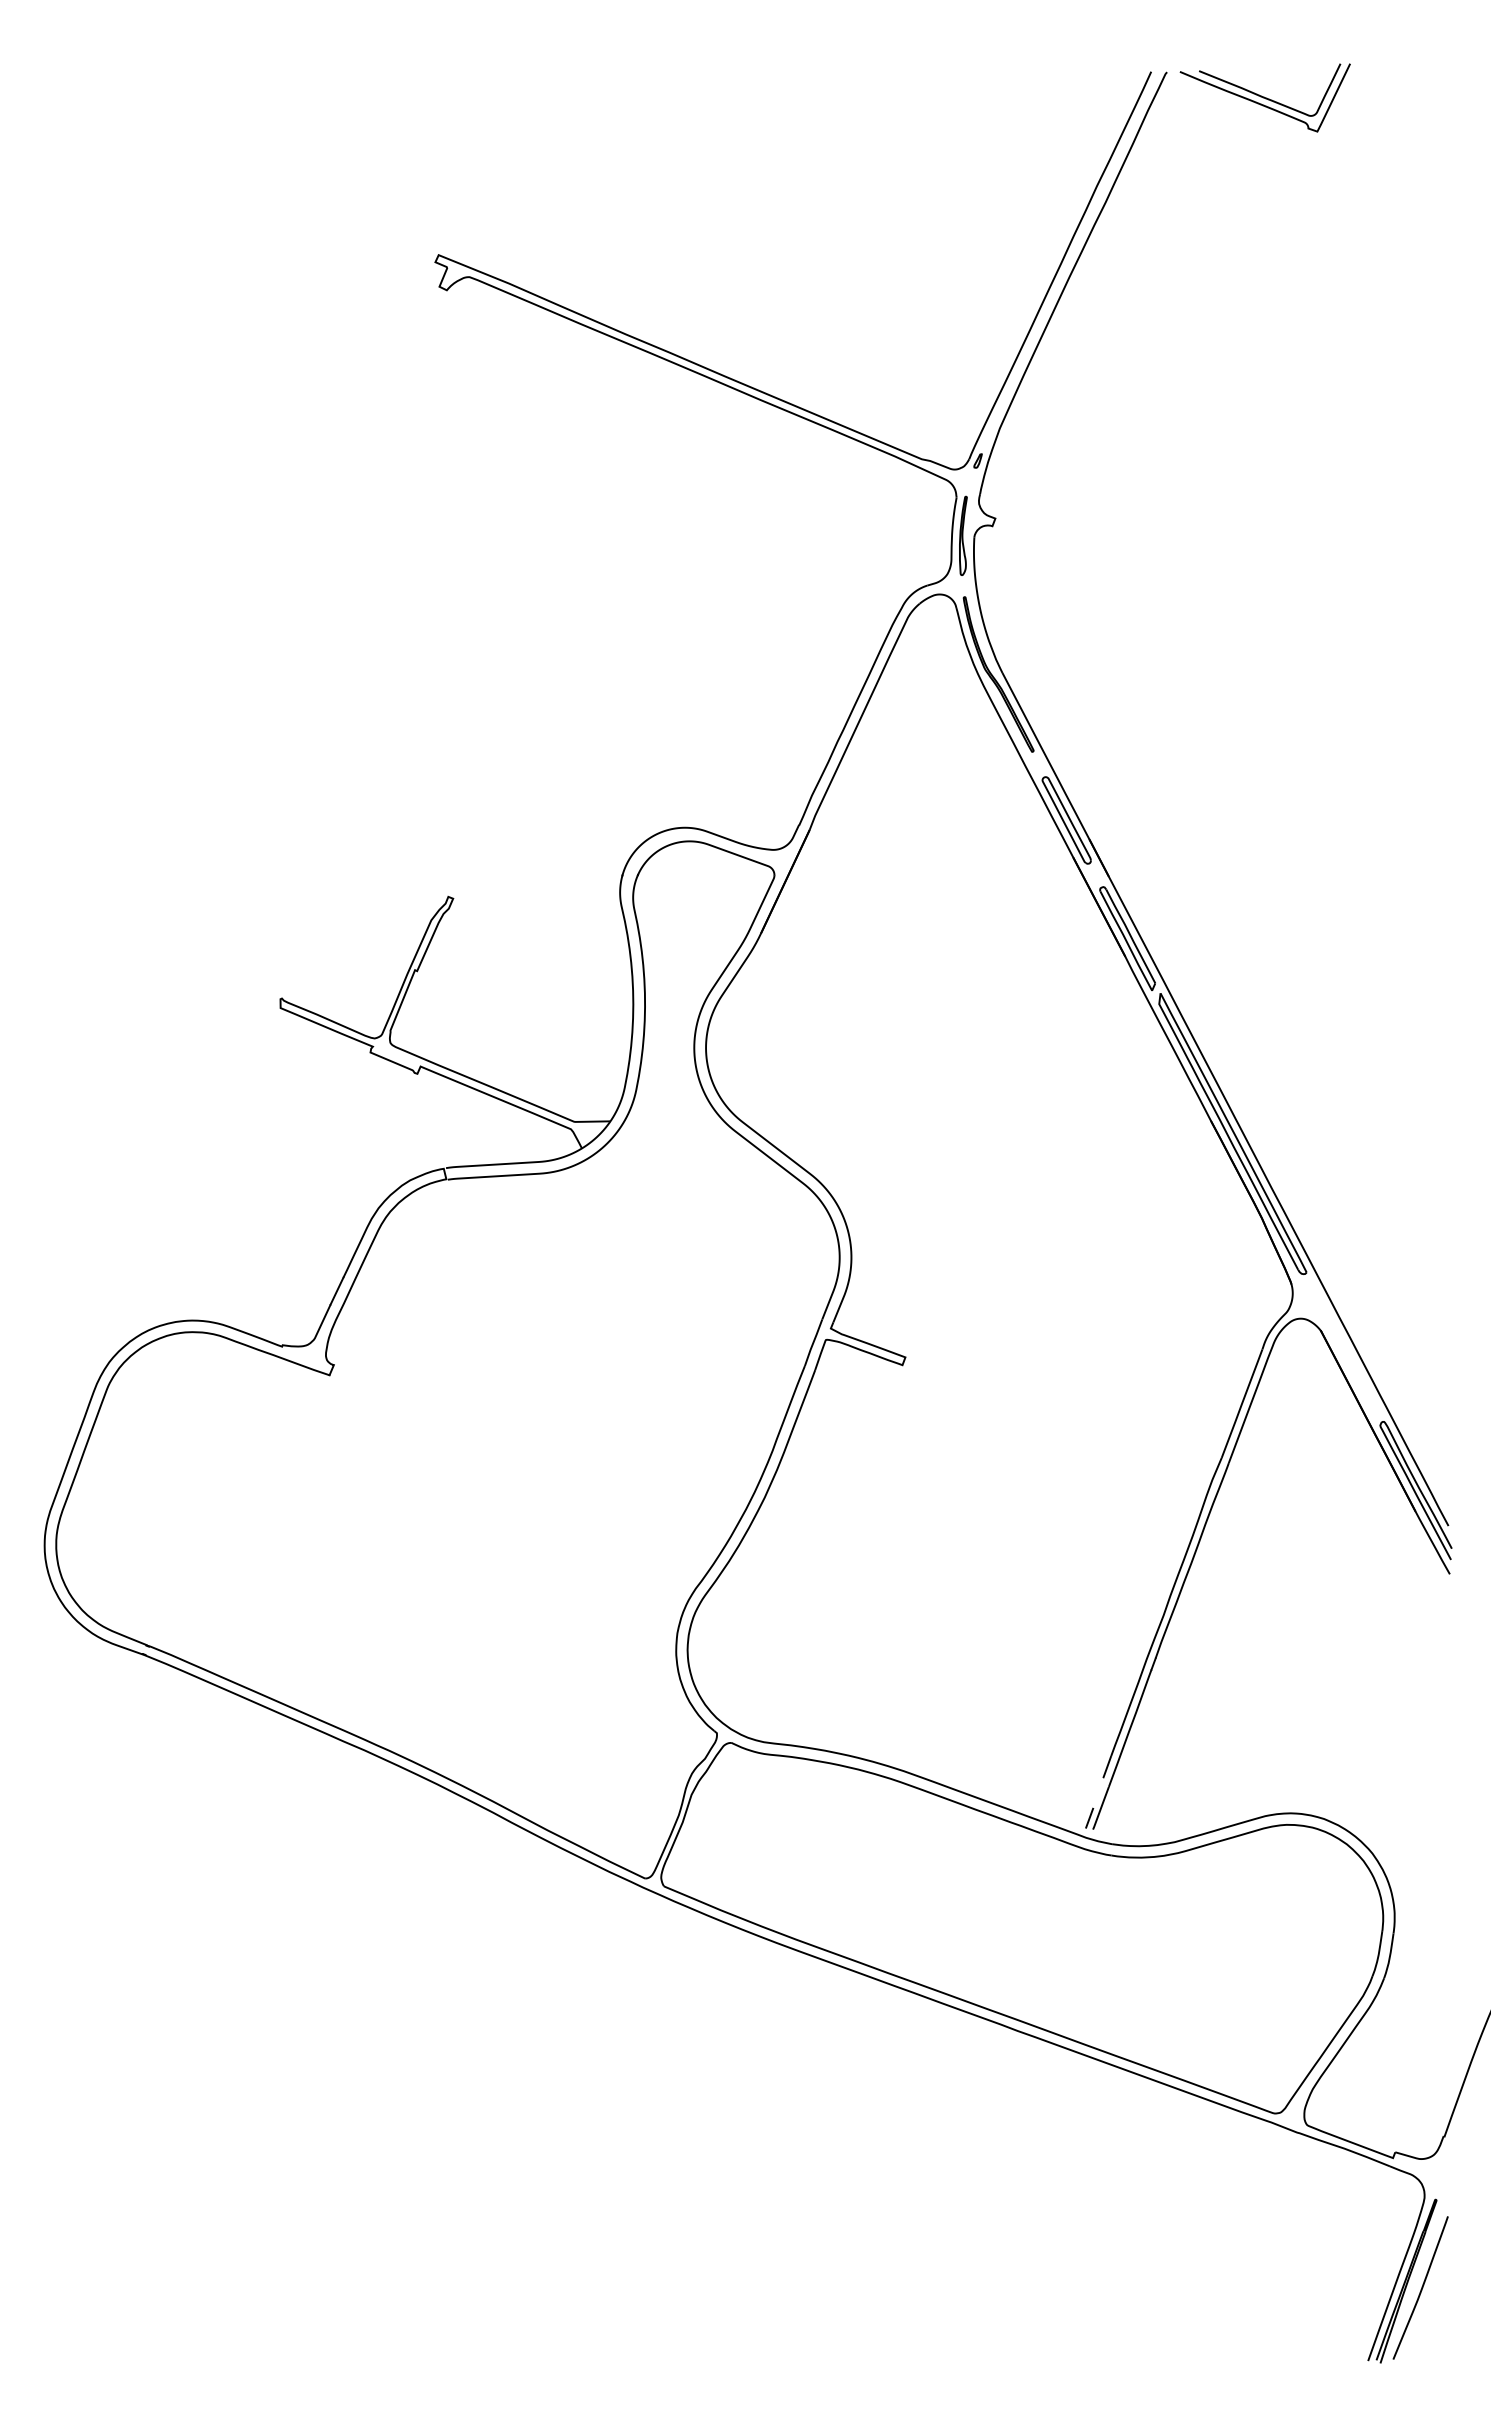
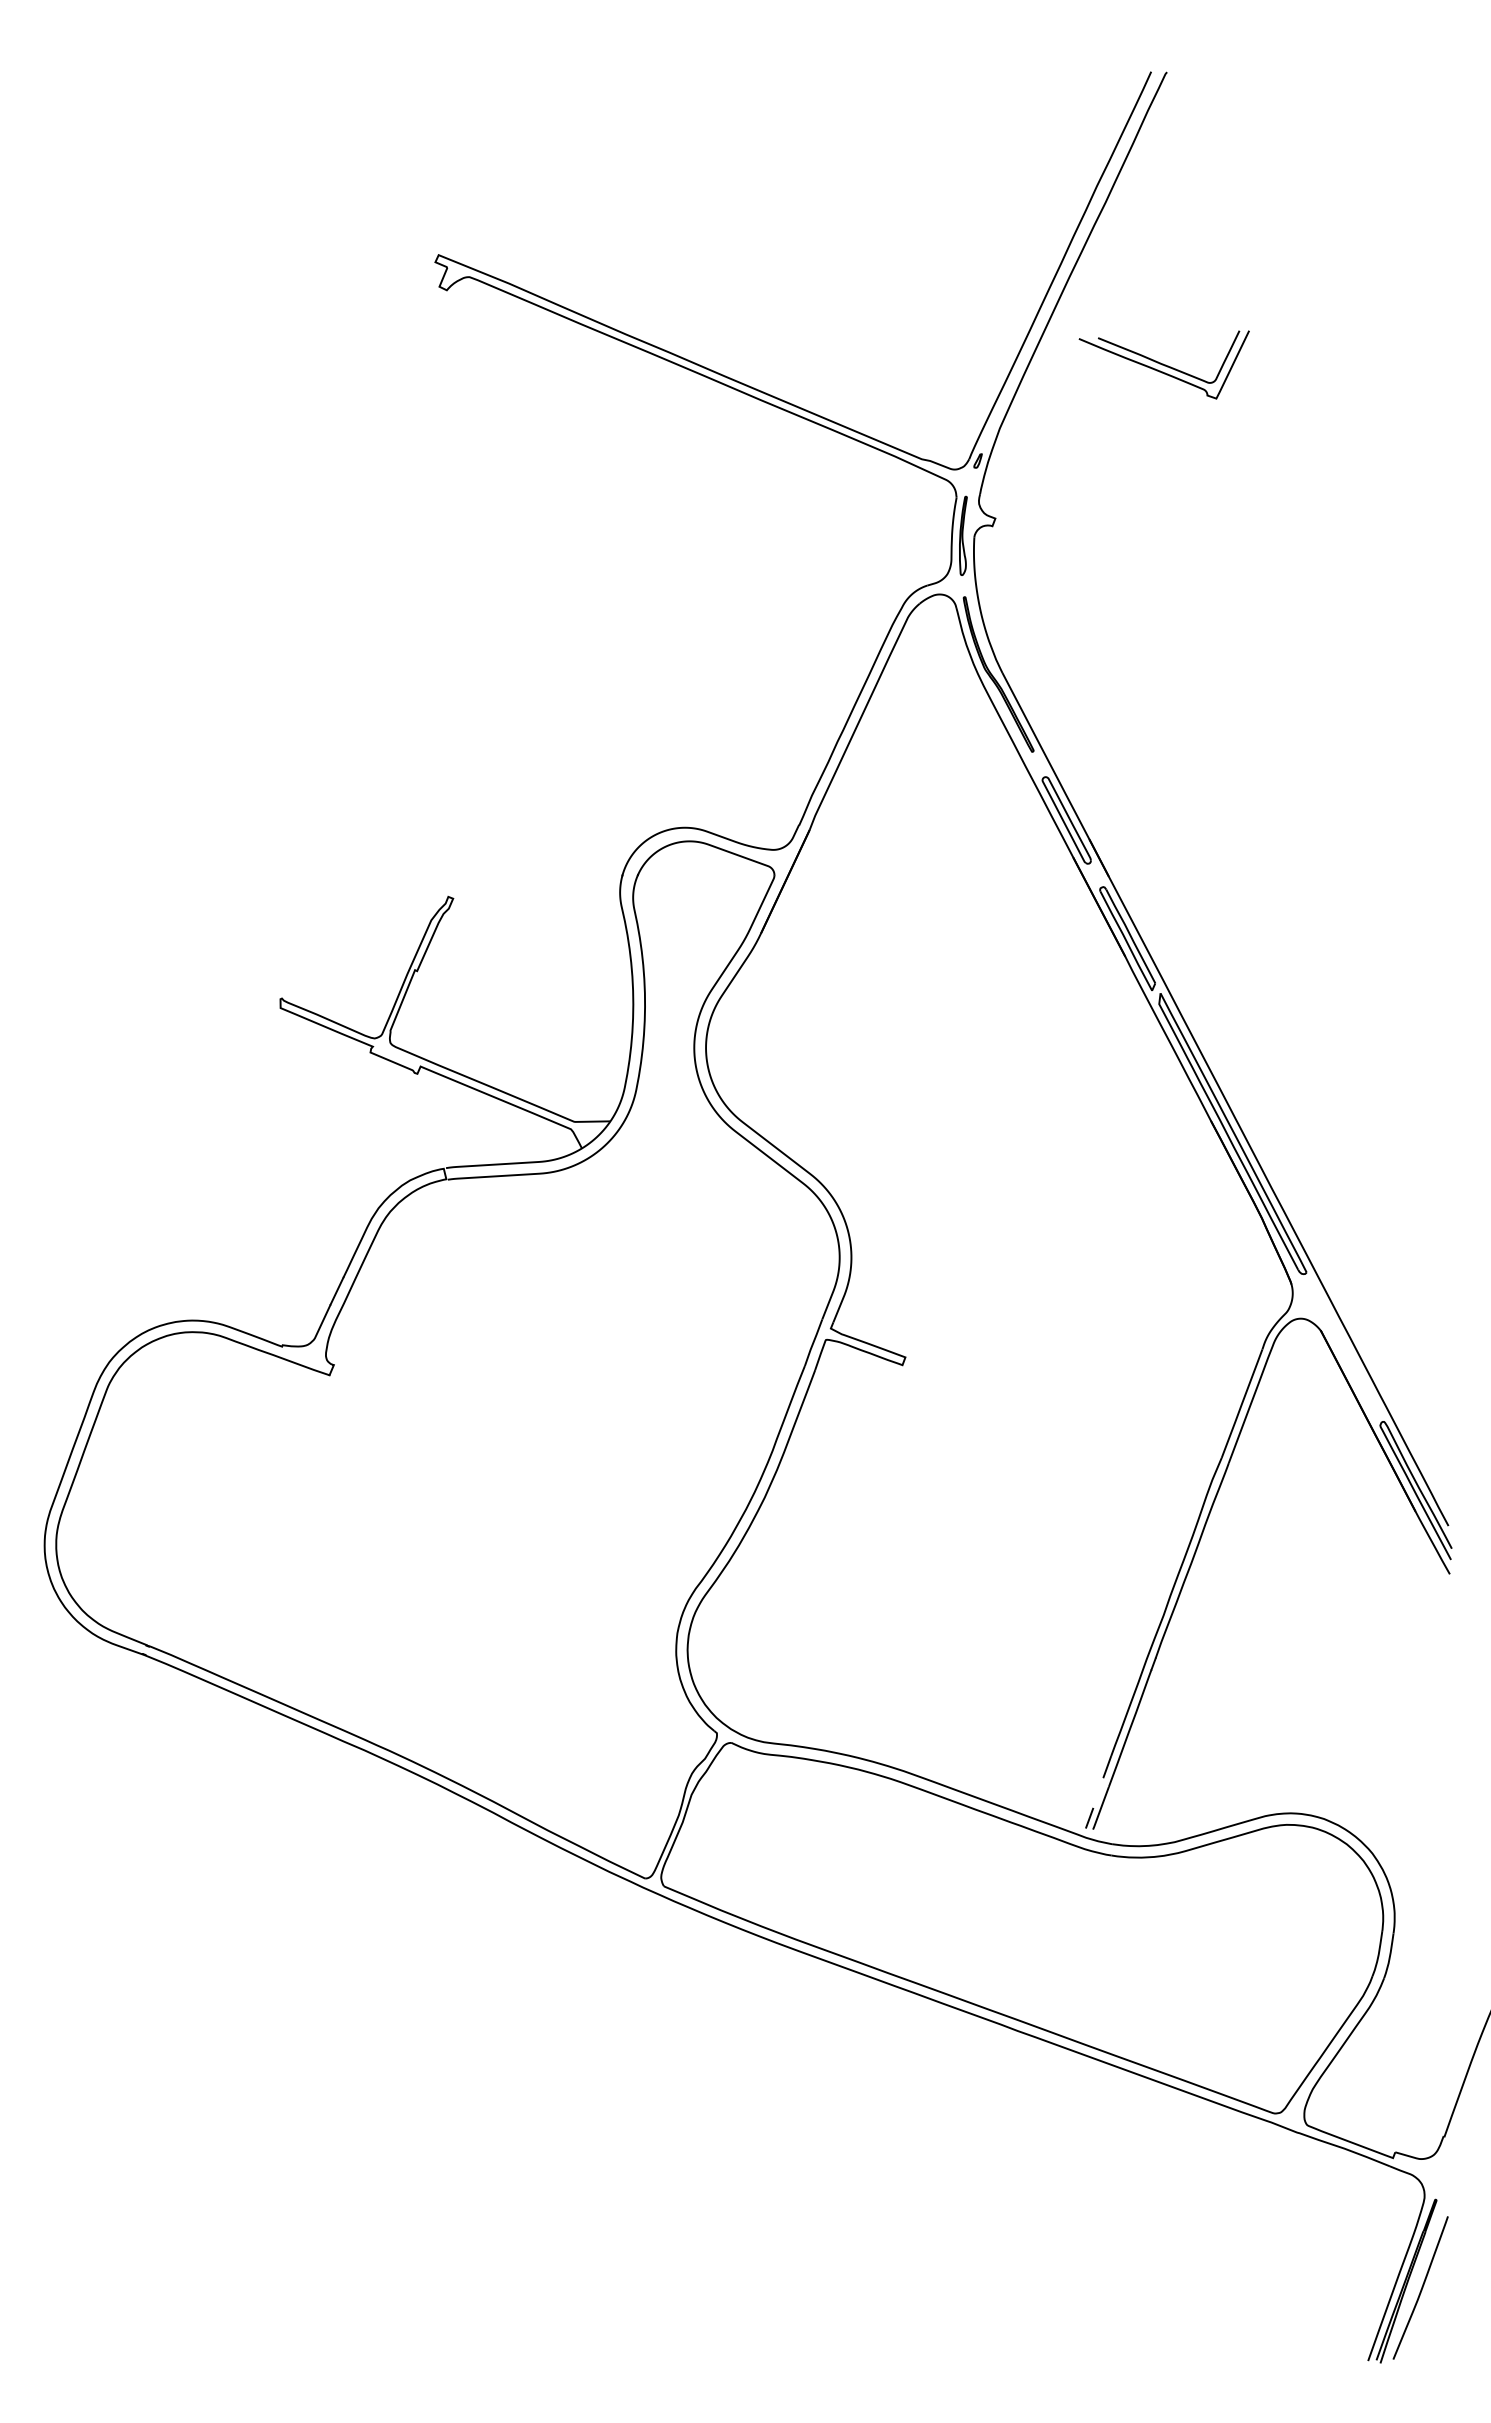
part at (1264, 97) position: (1264, 97) -> (1163, 364)
